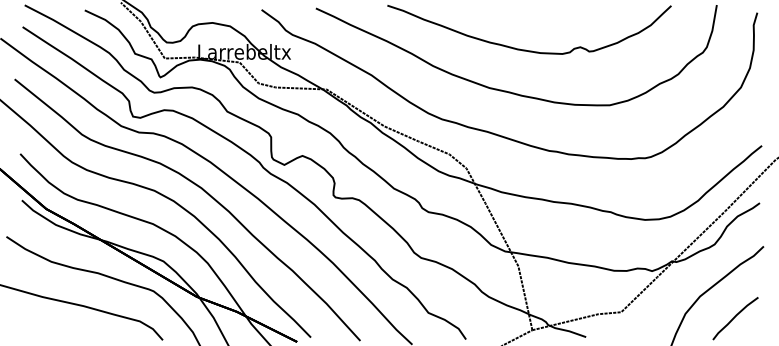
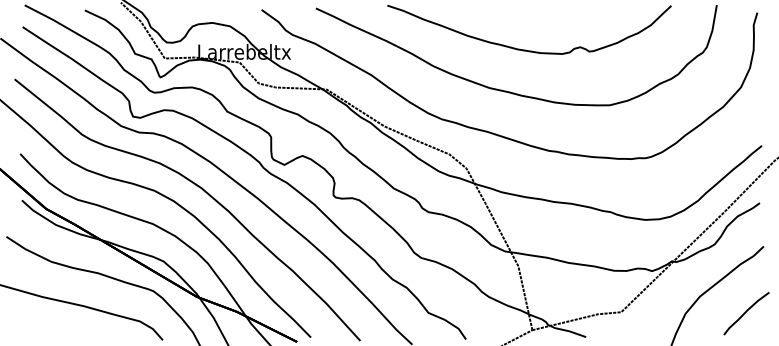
curve at (735, 317) position: (735, 317) -> (746, 312)
